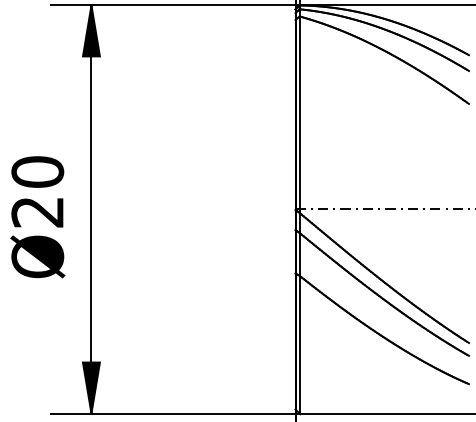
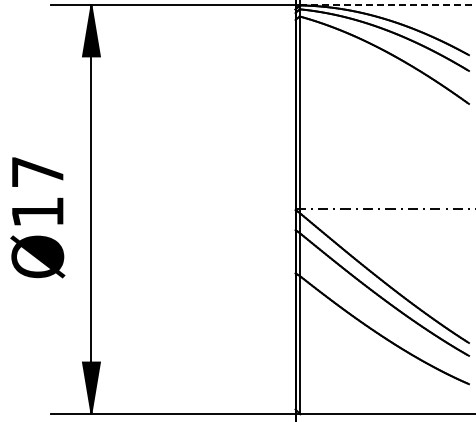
line at (387, 5): solid -> dashed
text at (37, 191): Ø20 -> Ø17
